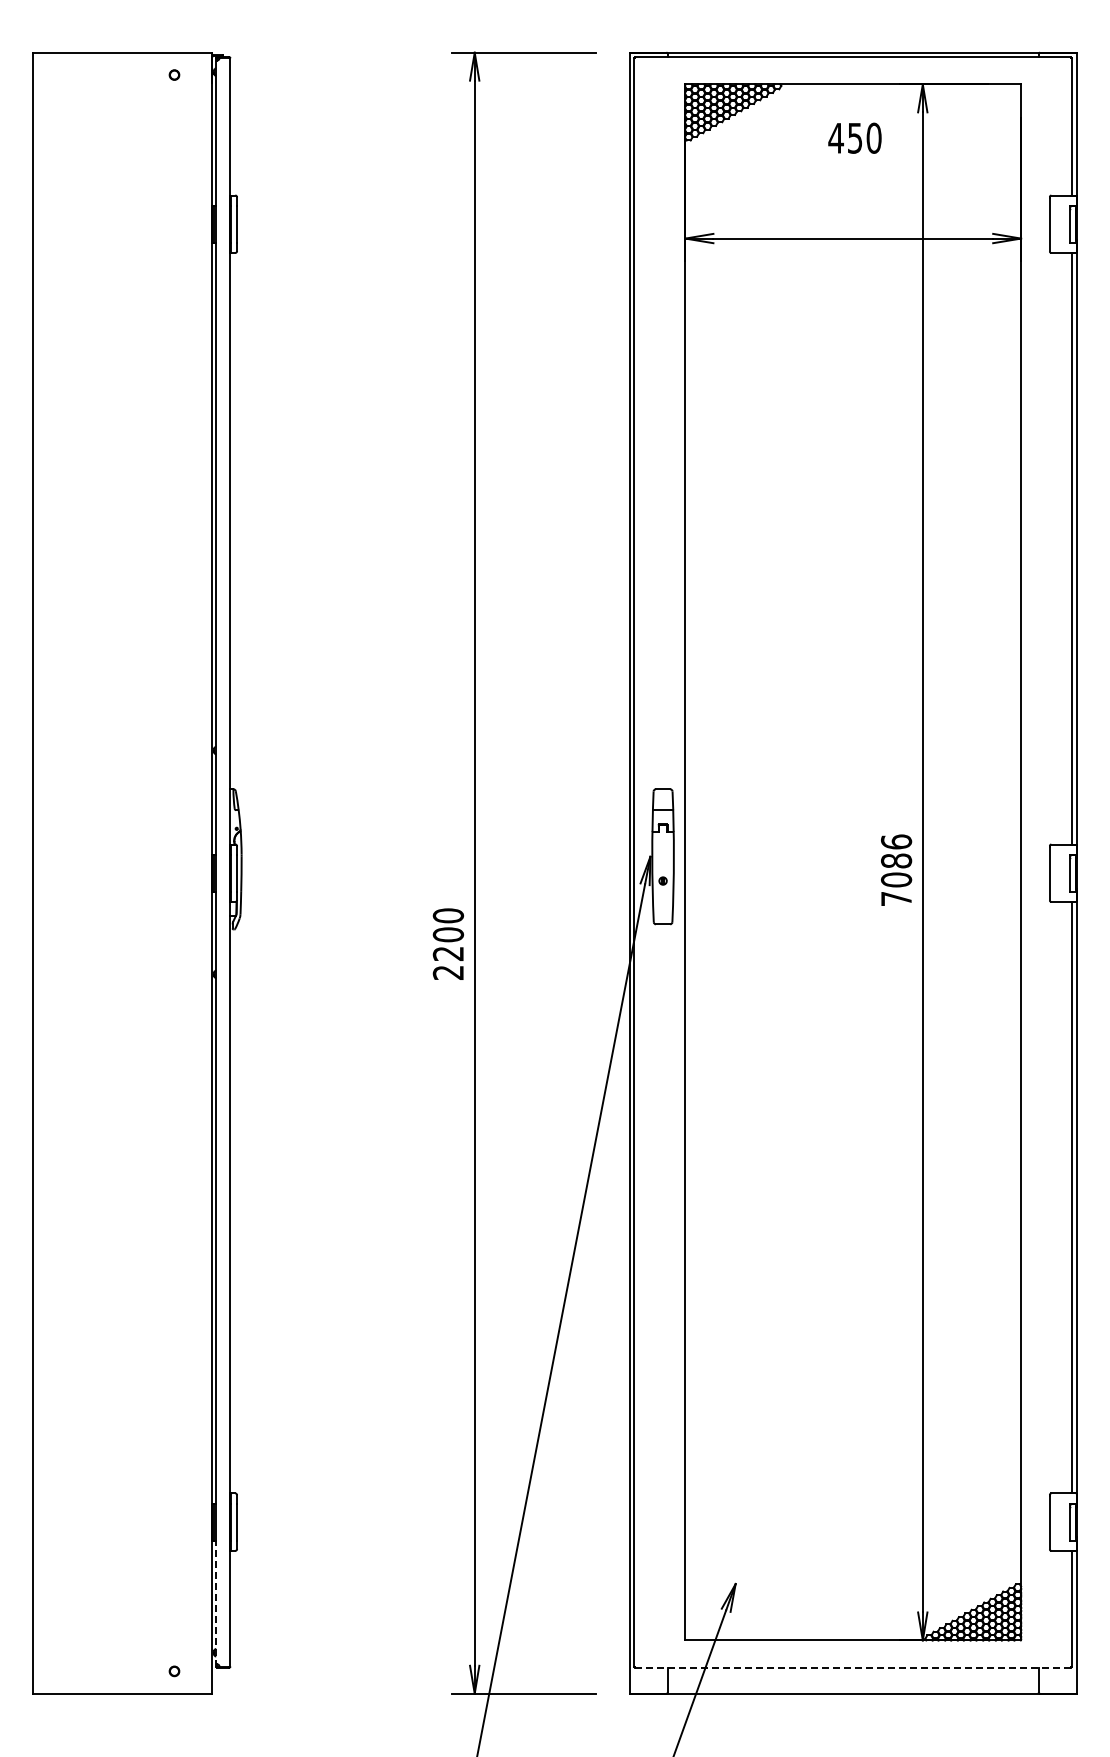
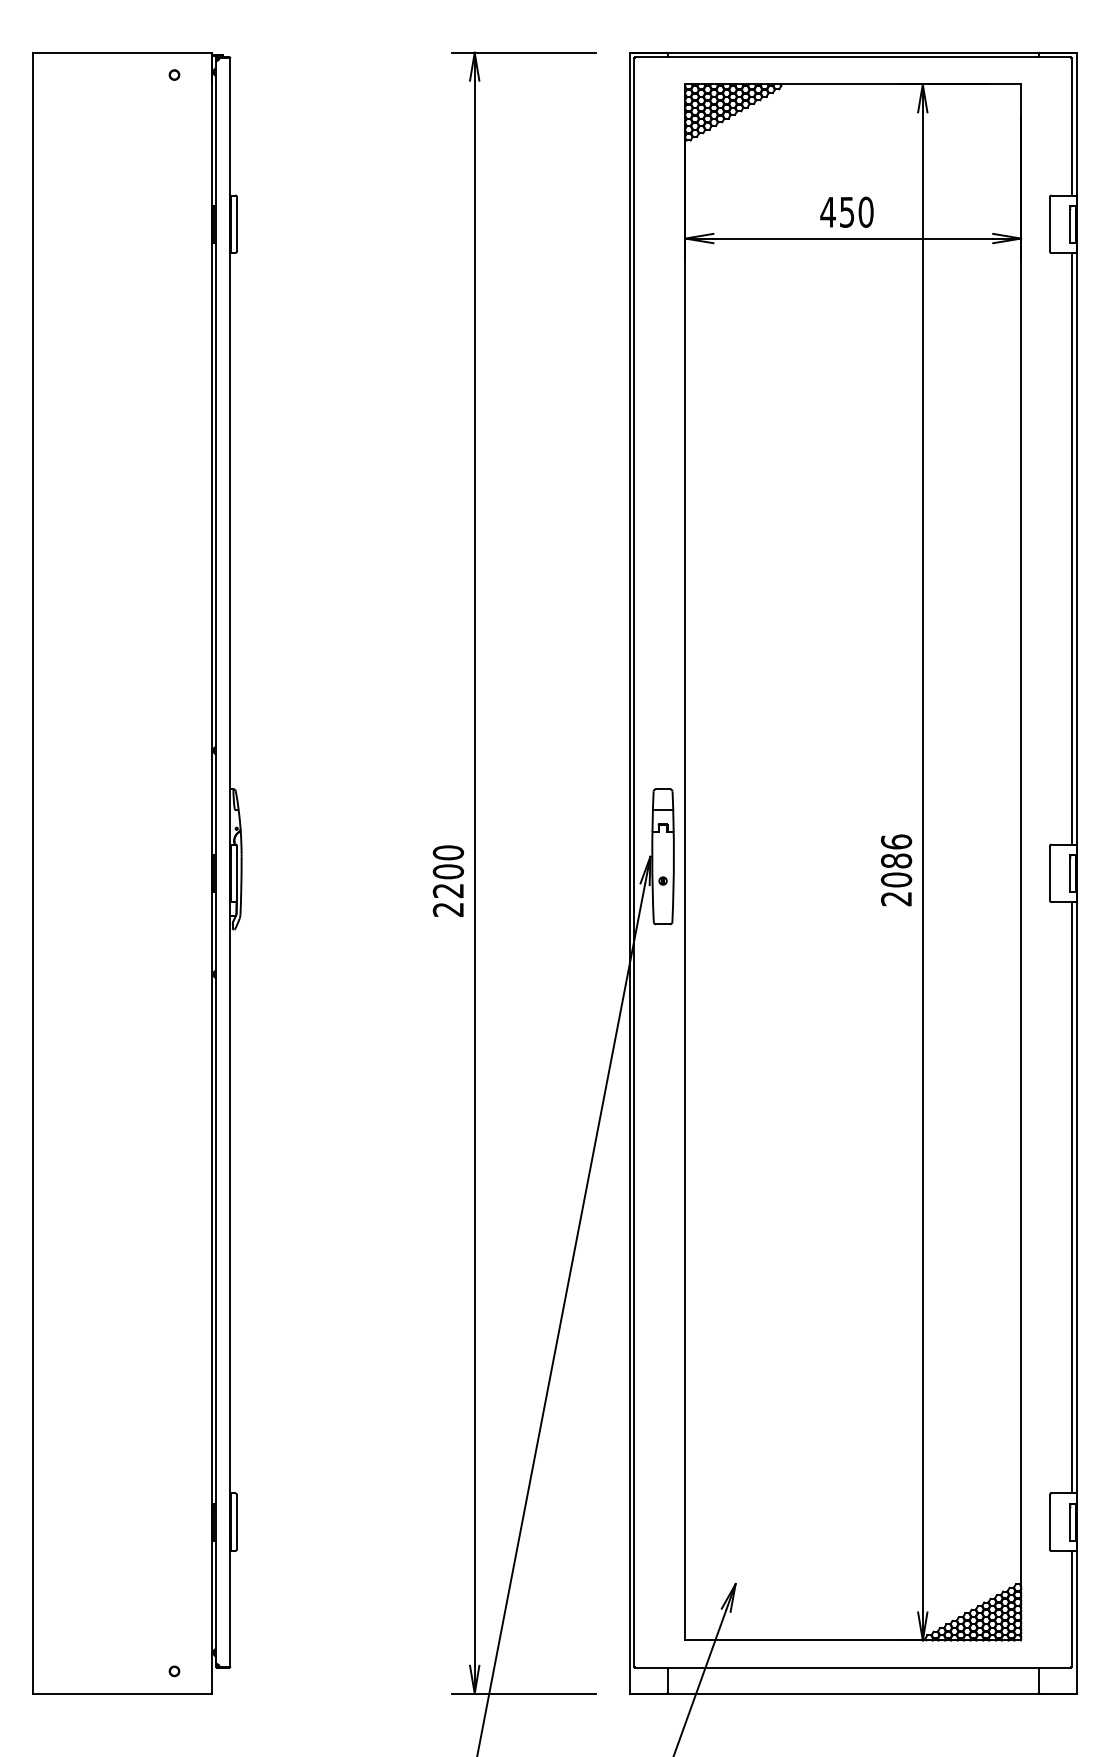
text at (854, 137) position: (854, 137) -> (846, 211)
text at (896, 899): 7086 -> 2086
text at (447, 943) position: (447, 943) -> (447, 880)
line at (216, 1603): dashed -> solid
line at (853, 1667): dashed -> solid
